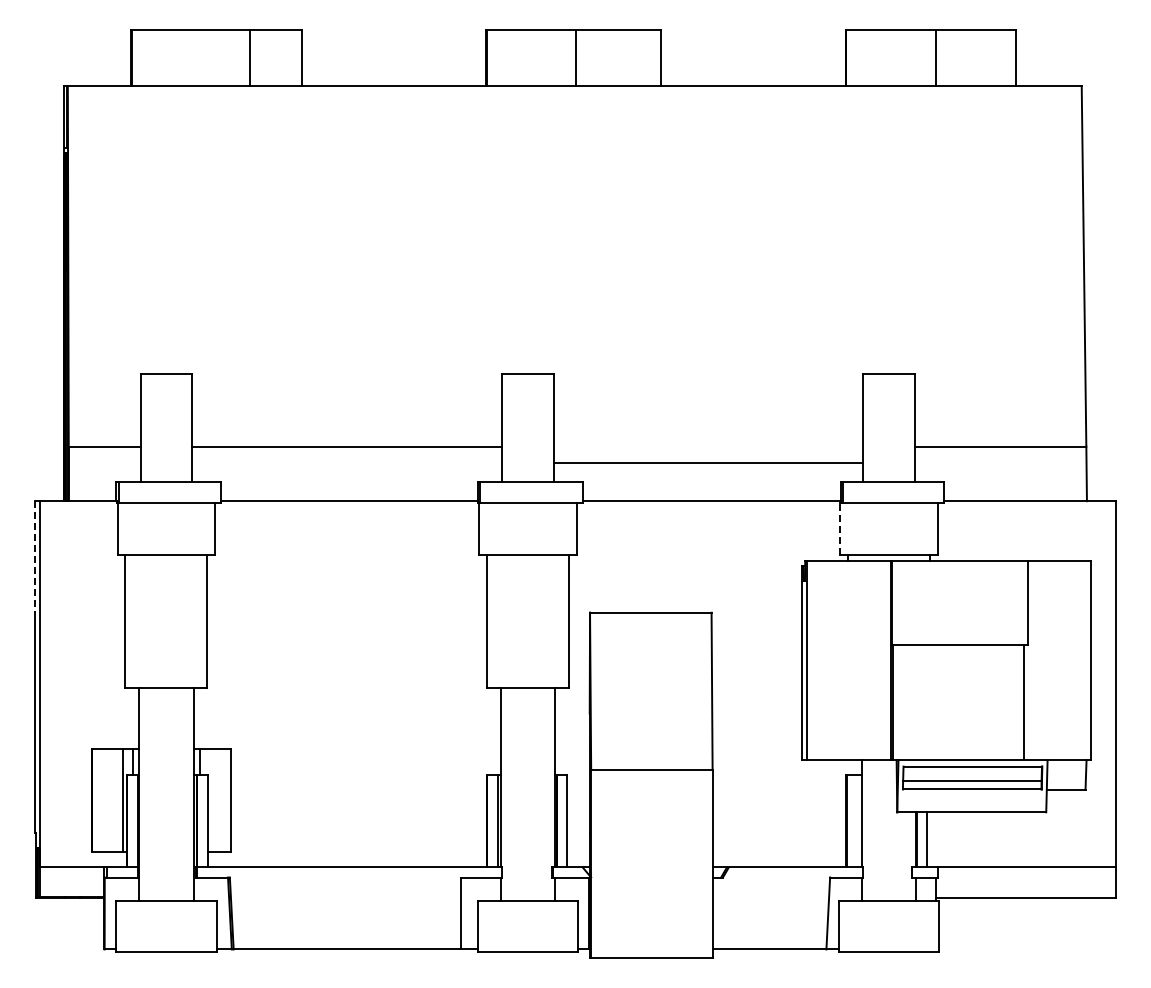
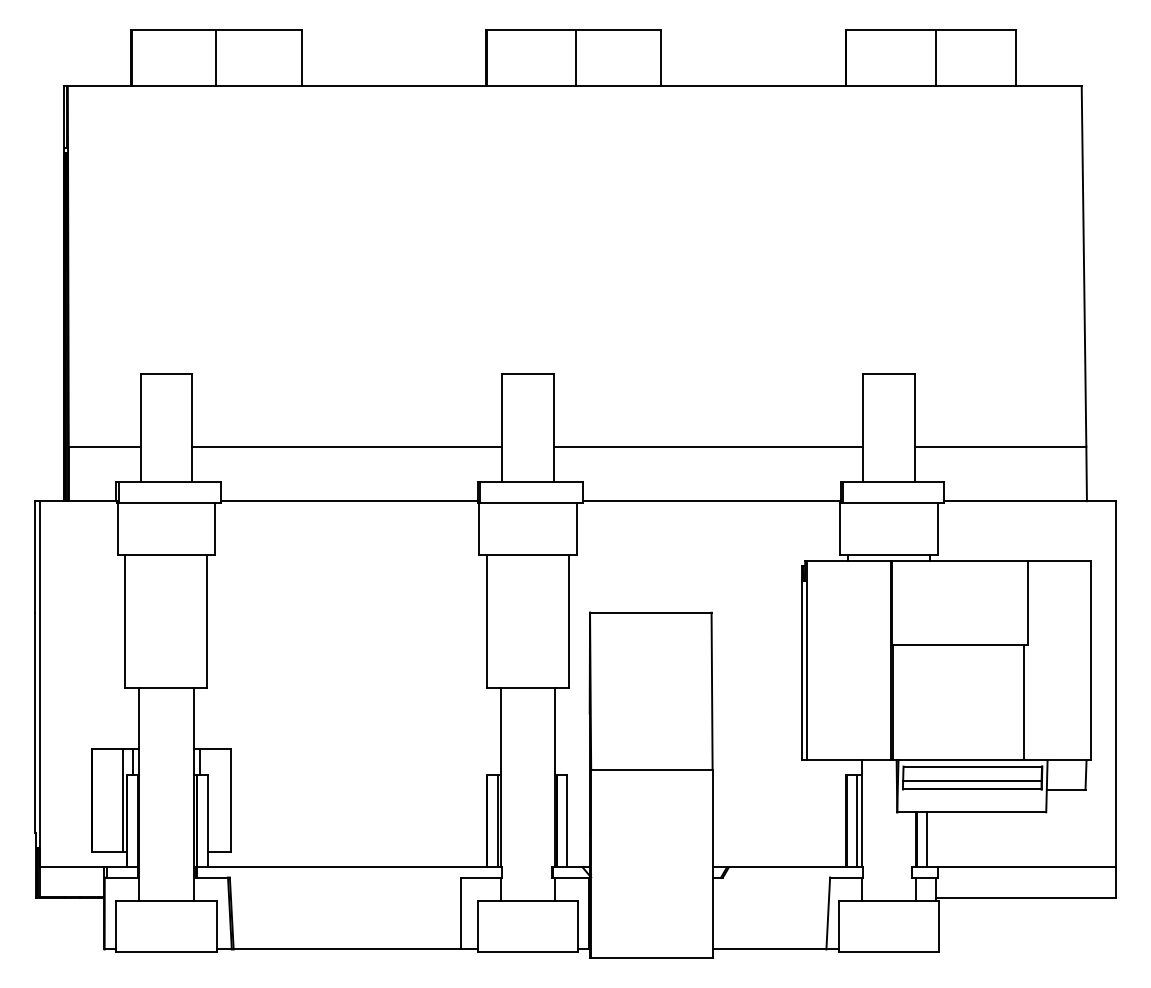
line at (250, 57) position: (250, 57) -> (216, 57)
line at (708, 462) position: (708, 462) -> (708, 446)
line at (840, 528): dashed -> solid
line at (34, 557): dashed -> solid
line at (857, 820): none -> present
